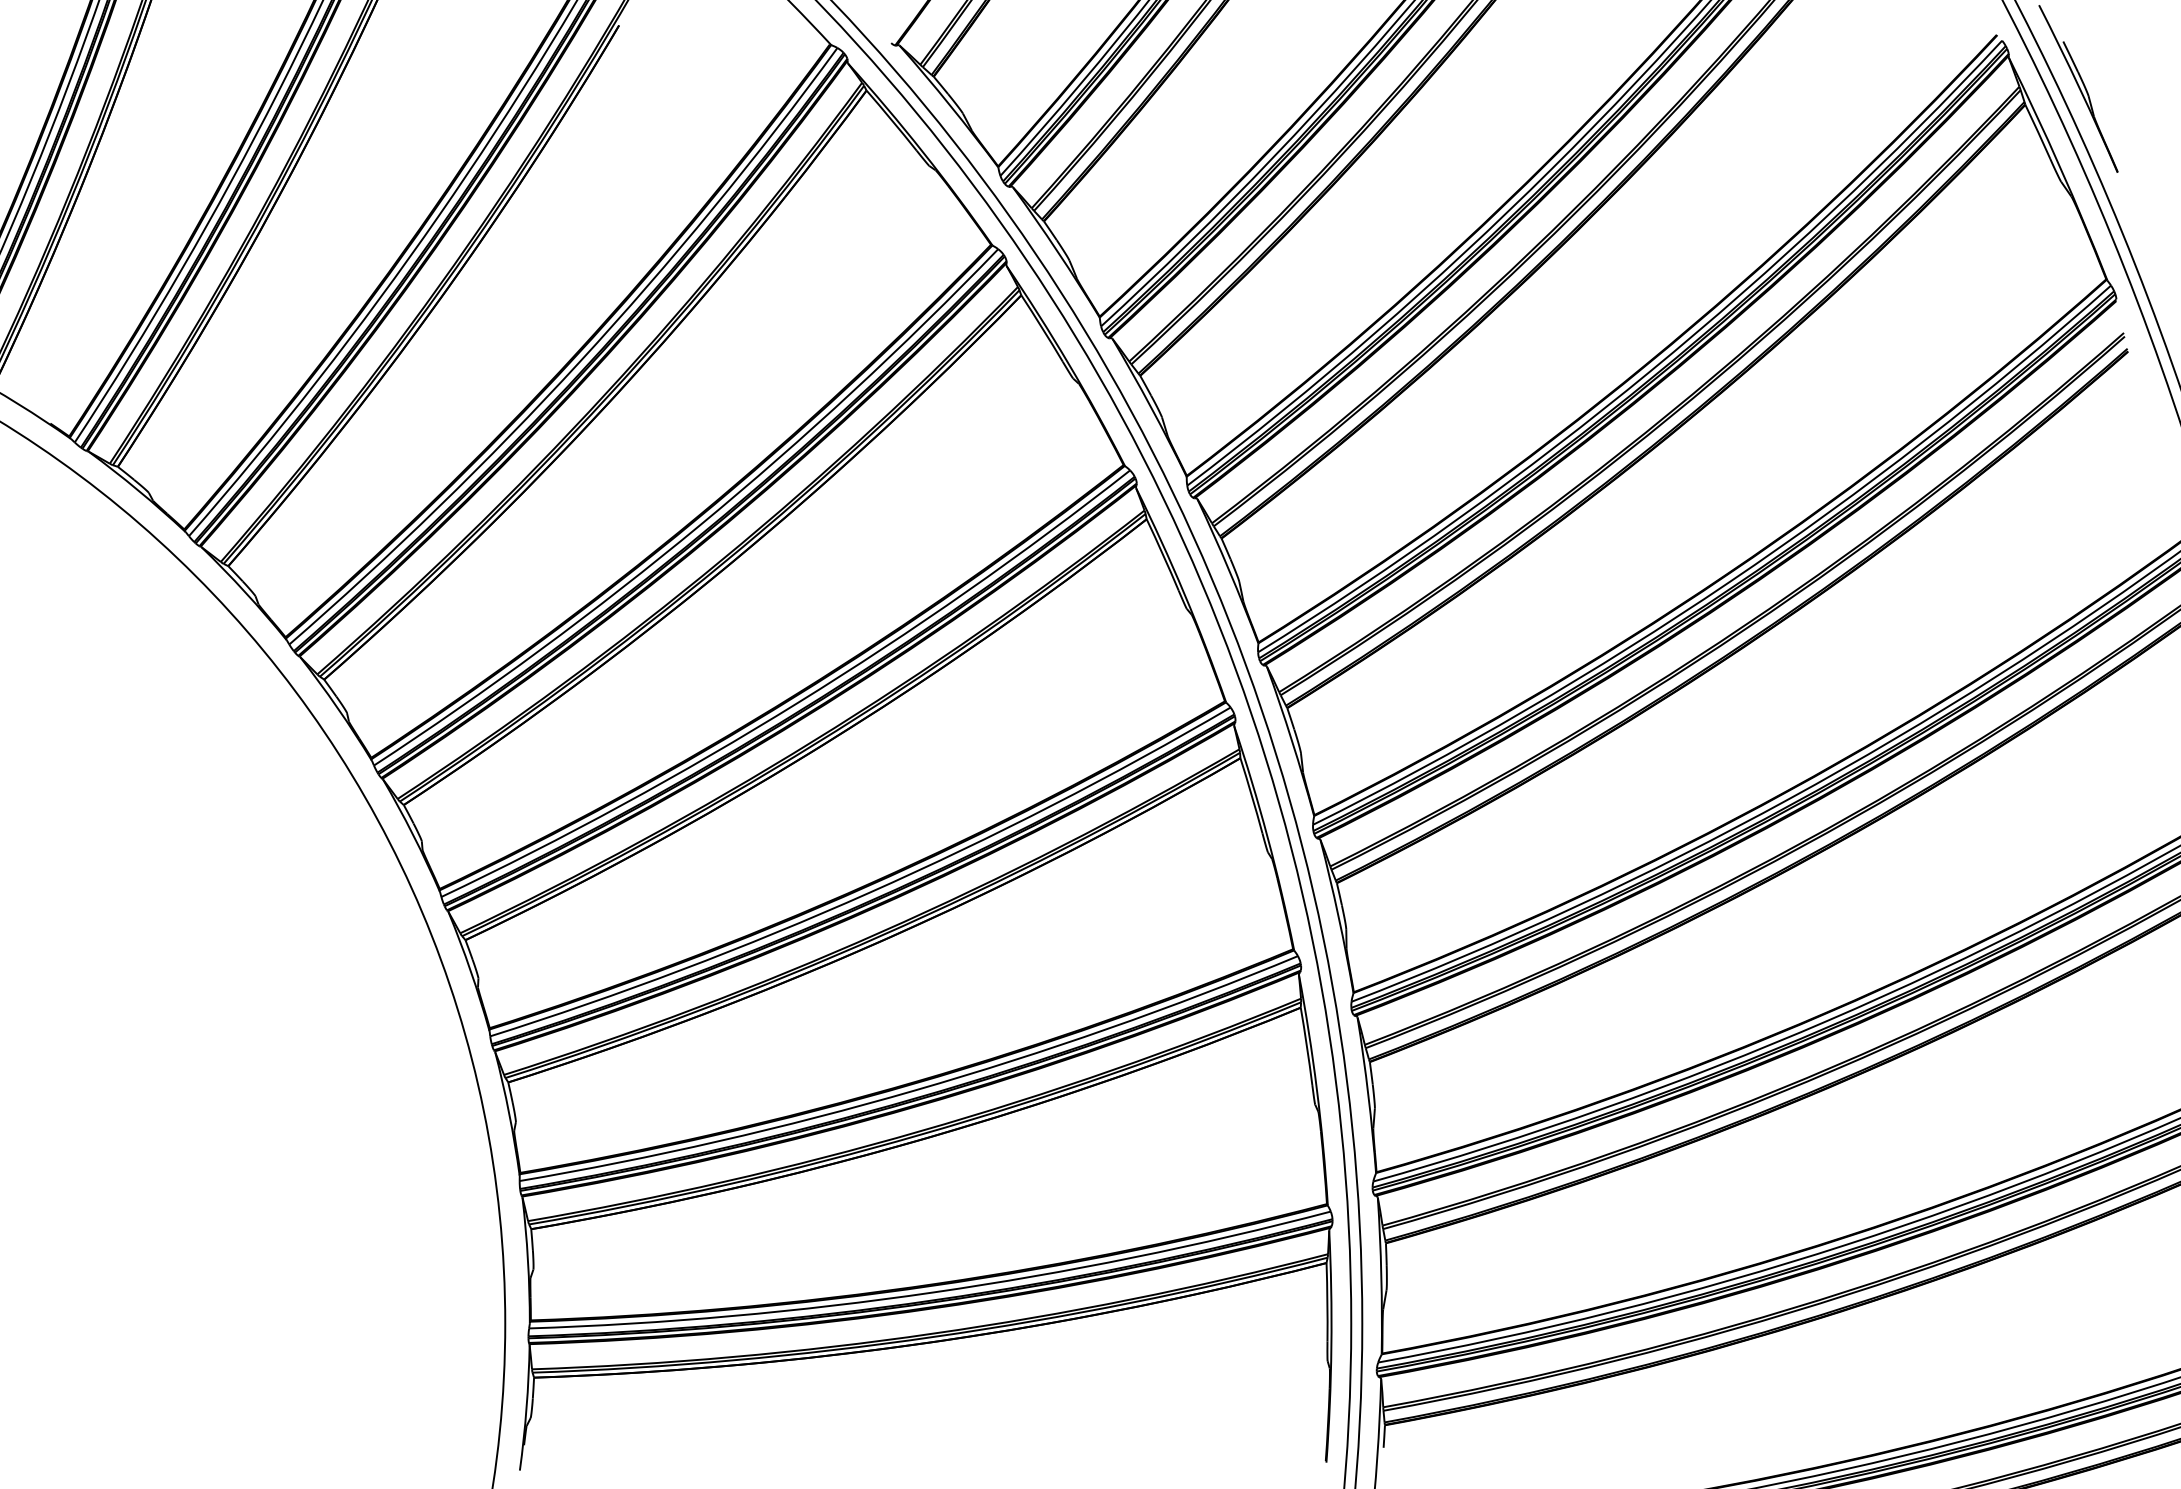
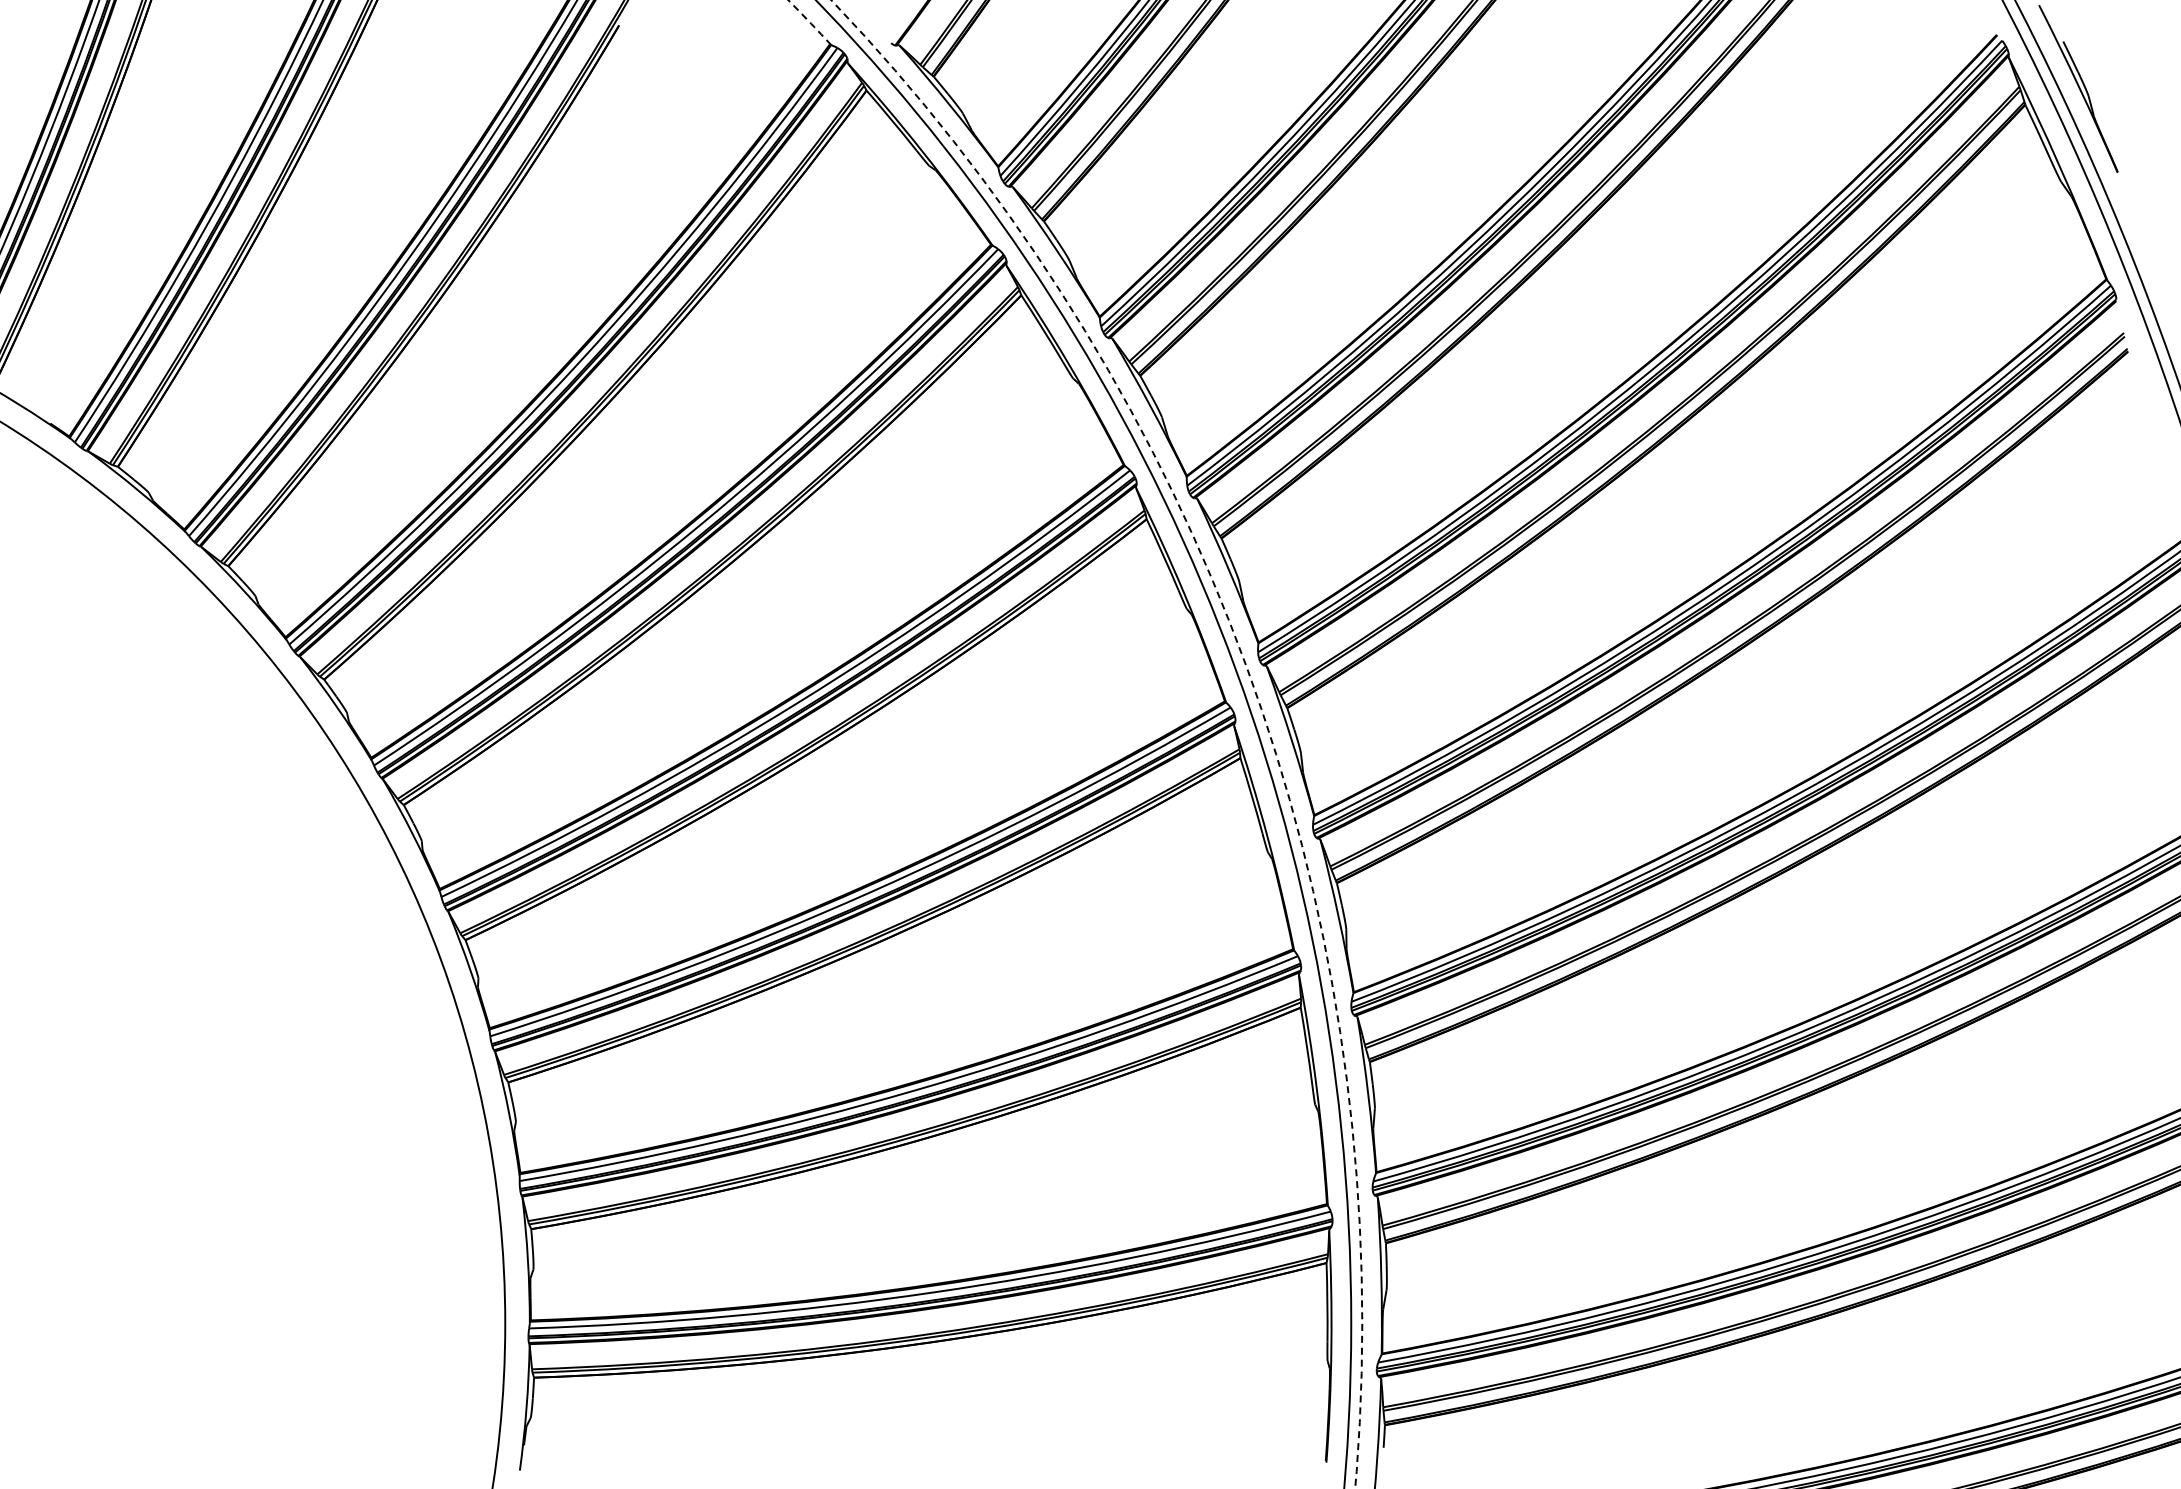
arc at (810, 22): solid -> dashed
circle at (1096, 744): solid -> dashed
